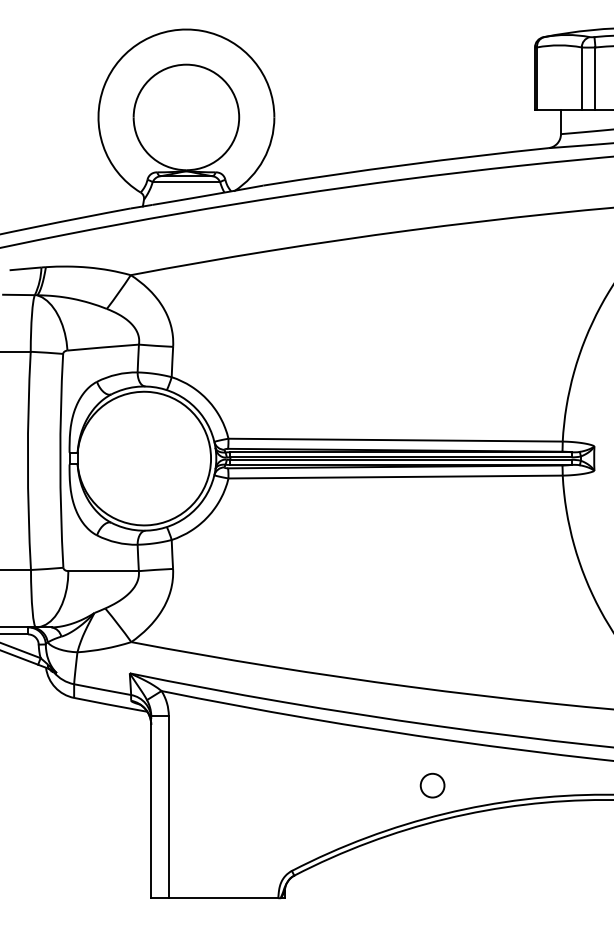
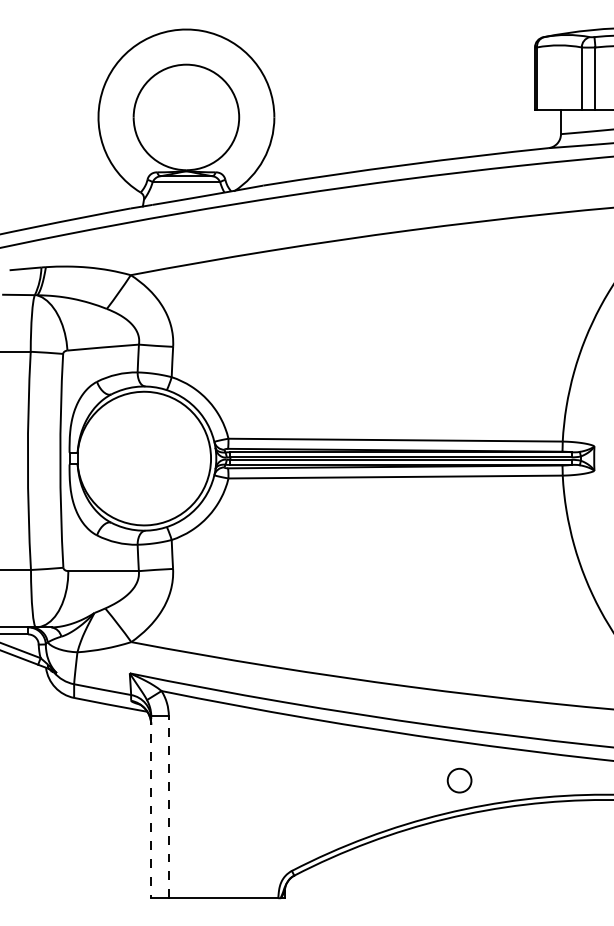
circle at (432, 785) position: (432, 785) -> (459, 780)
line at (168, 806): solid -> dashed
line at (151, 807): solid -> dashed
